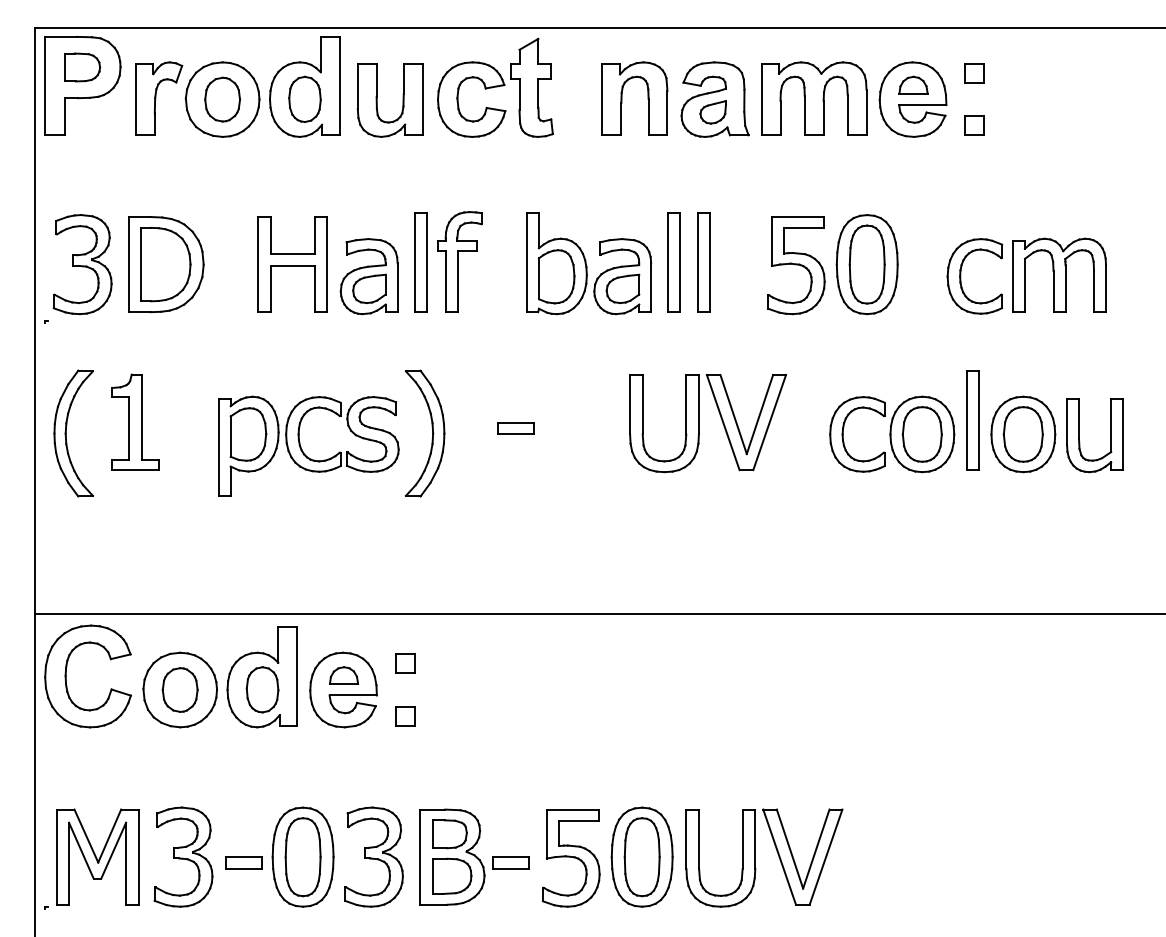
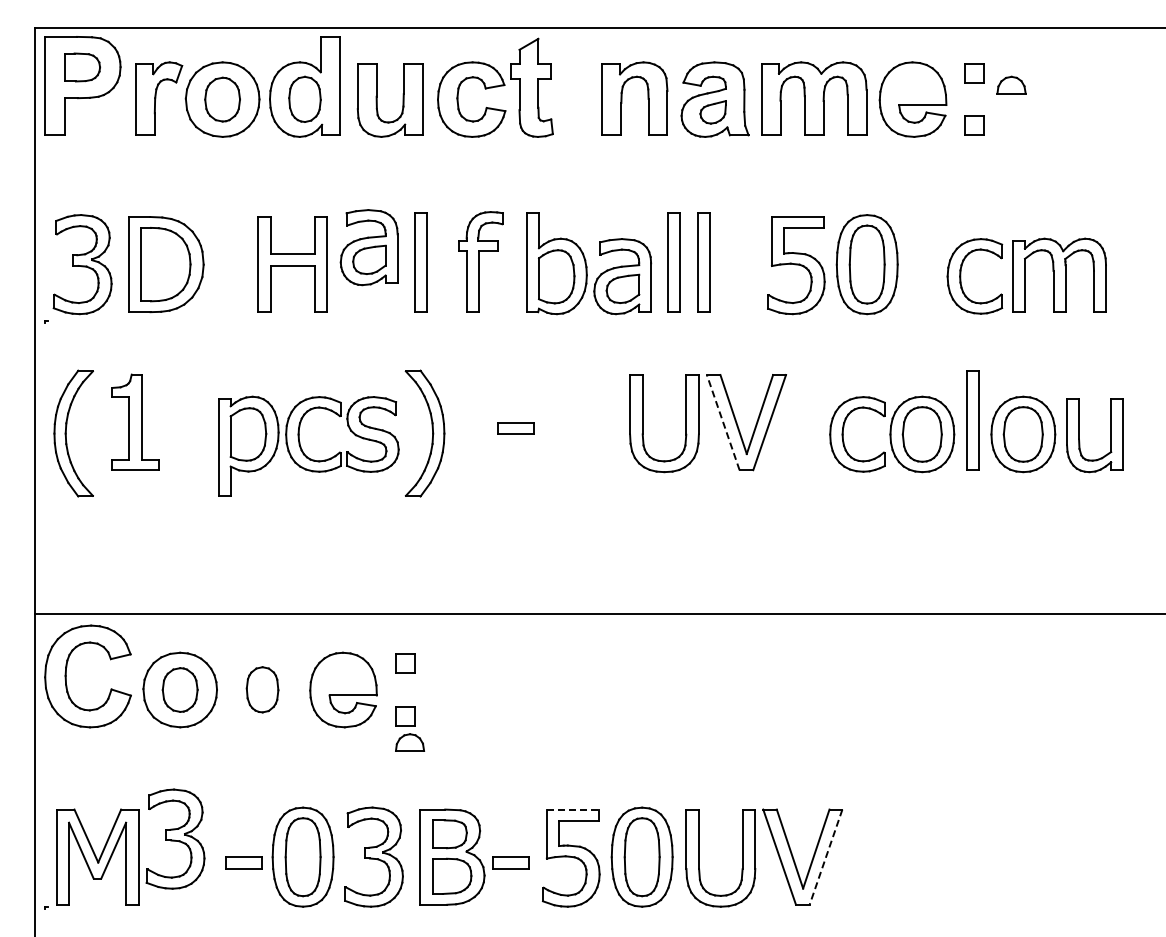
part at (913, 84) position: (913, 84) -> (1011, 84)
part at (459, 261) position: (459, 261) -> (480, 261)
part at (368, 276) position: (368, 276) -> (368, 247)
line at (723, 422): solid -> dashed
part at (344, 675) position: (344, 675) -> (410, 742)
part at (261, 677): present -> none
line at (573, 809): solid -> dashed
part at (183, 856) position: (183, 856) -> (175, 838)
line at (825, 857): solid -> dashed
